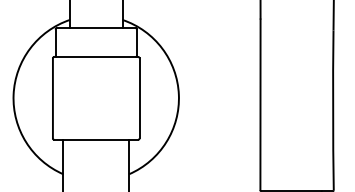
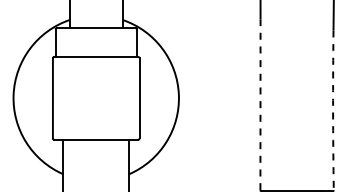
line at (260, 104): solid -> dashed
arc at (333, 110): solid -> dashed
